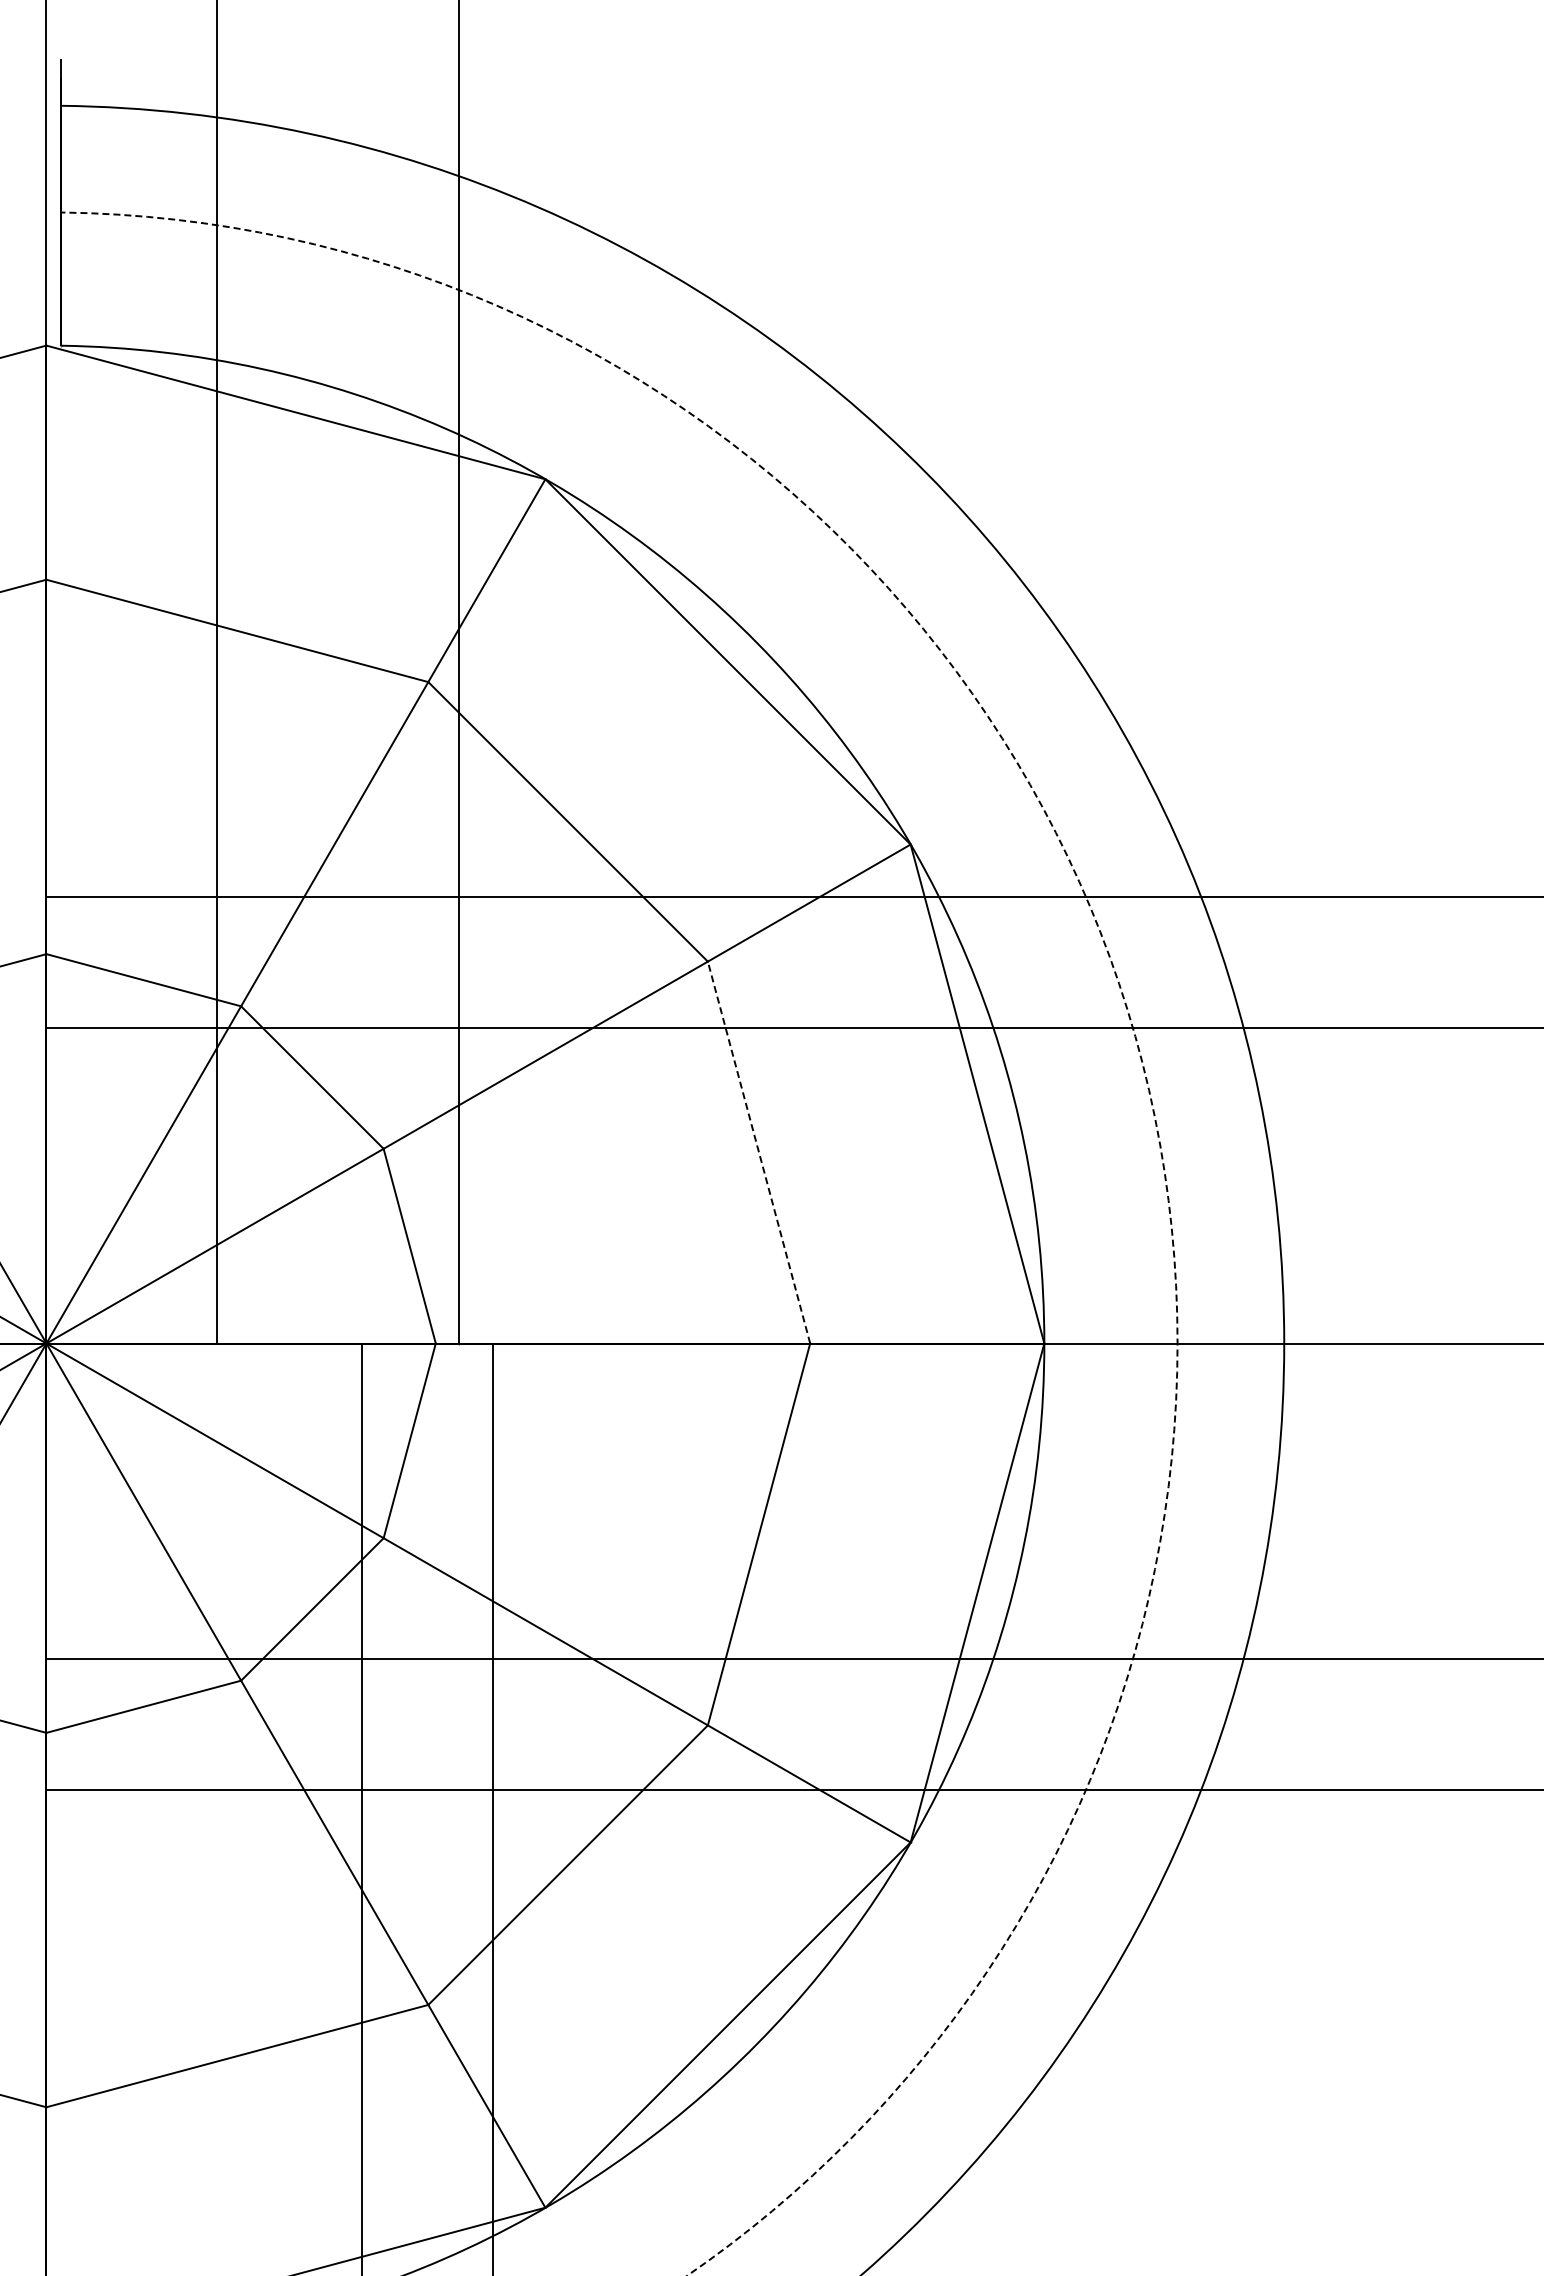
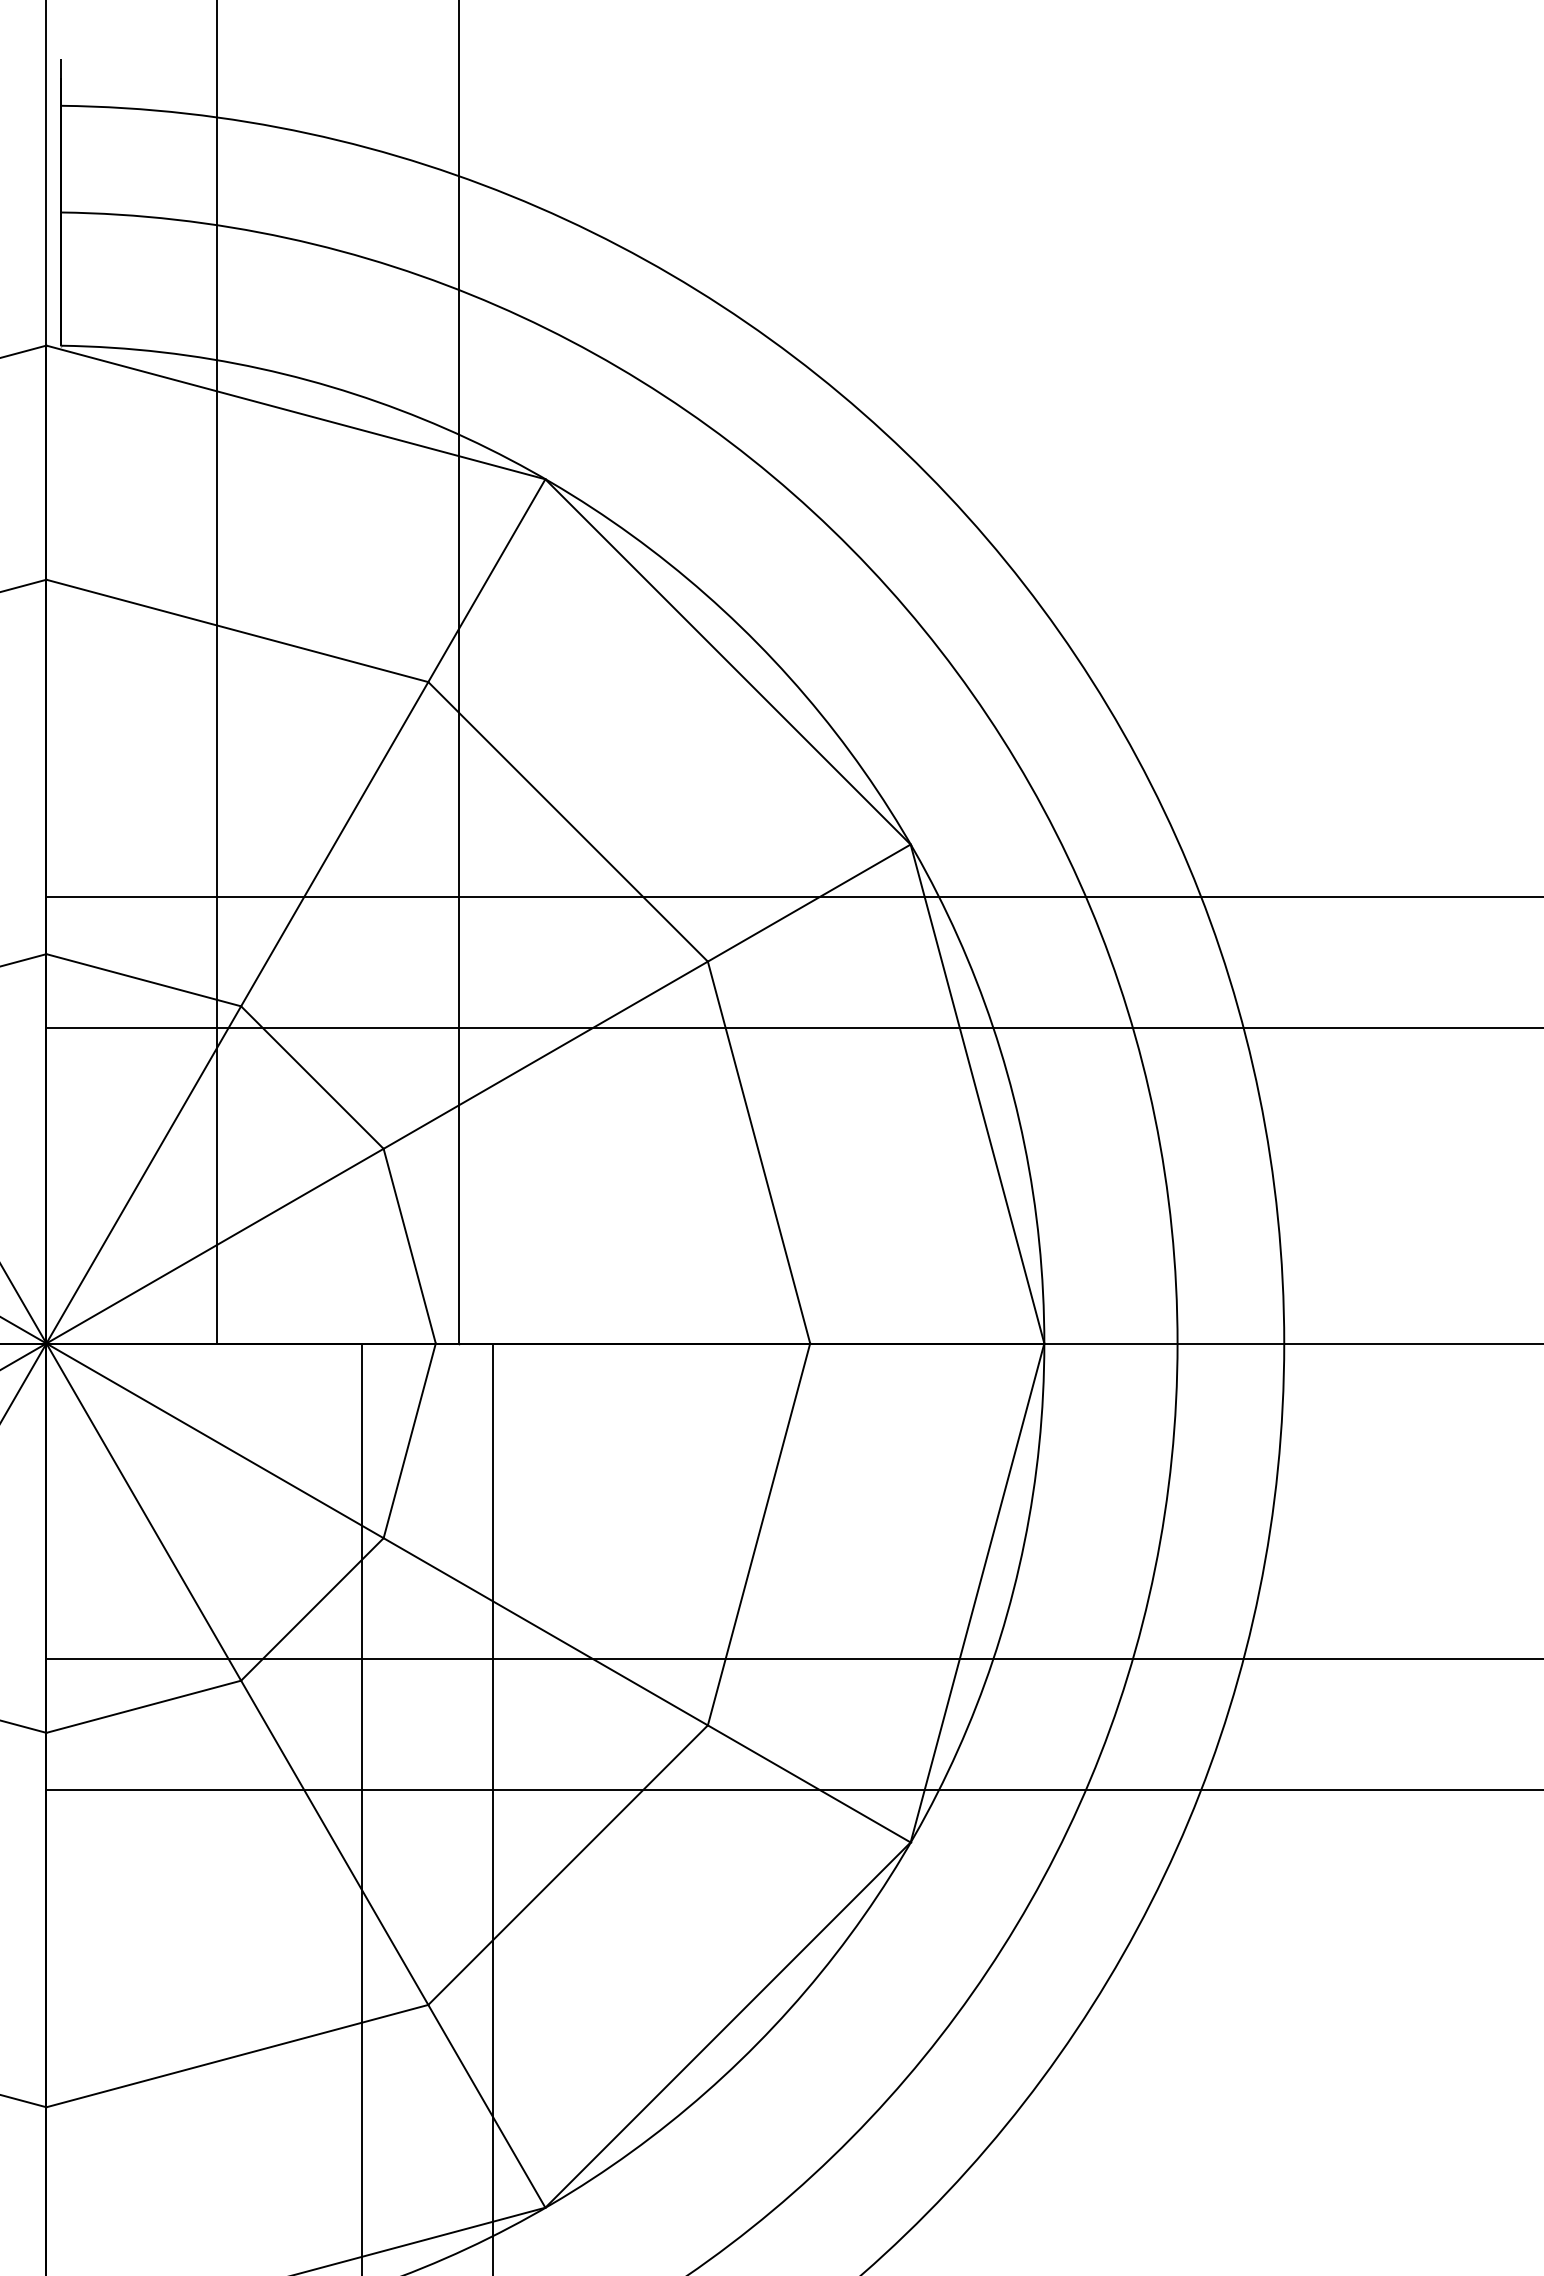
arc at (1128, 1011): dashed -> solid
line at (759, 1152): dashed -> solid
